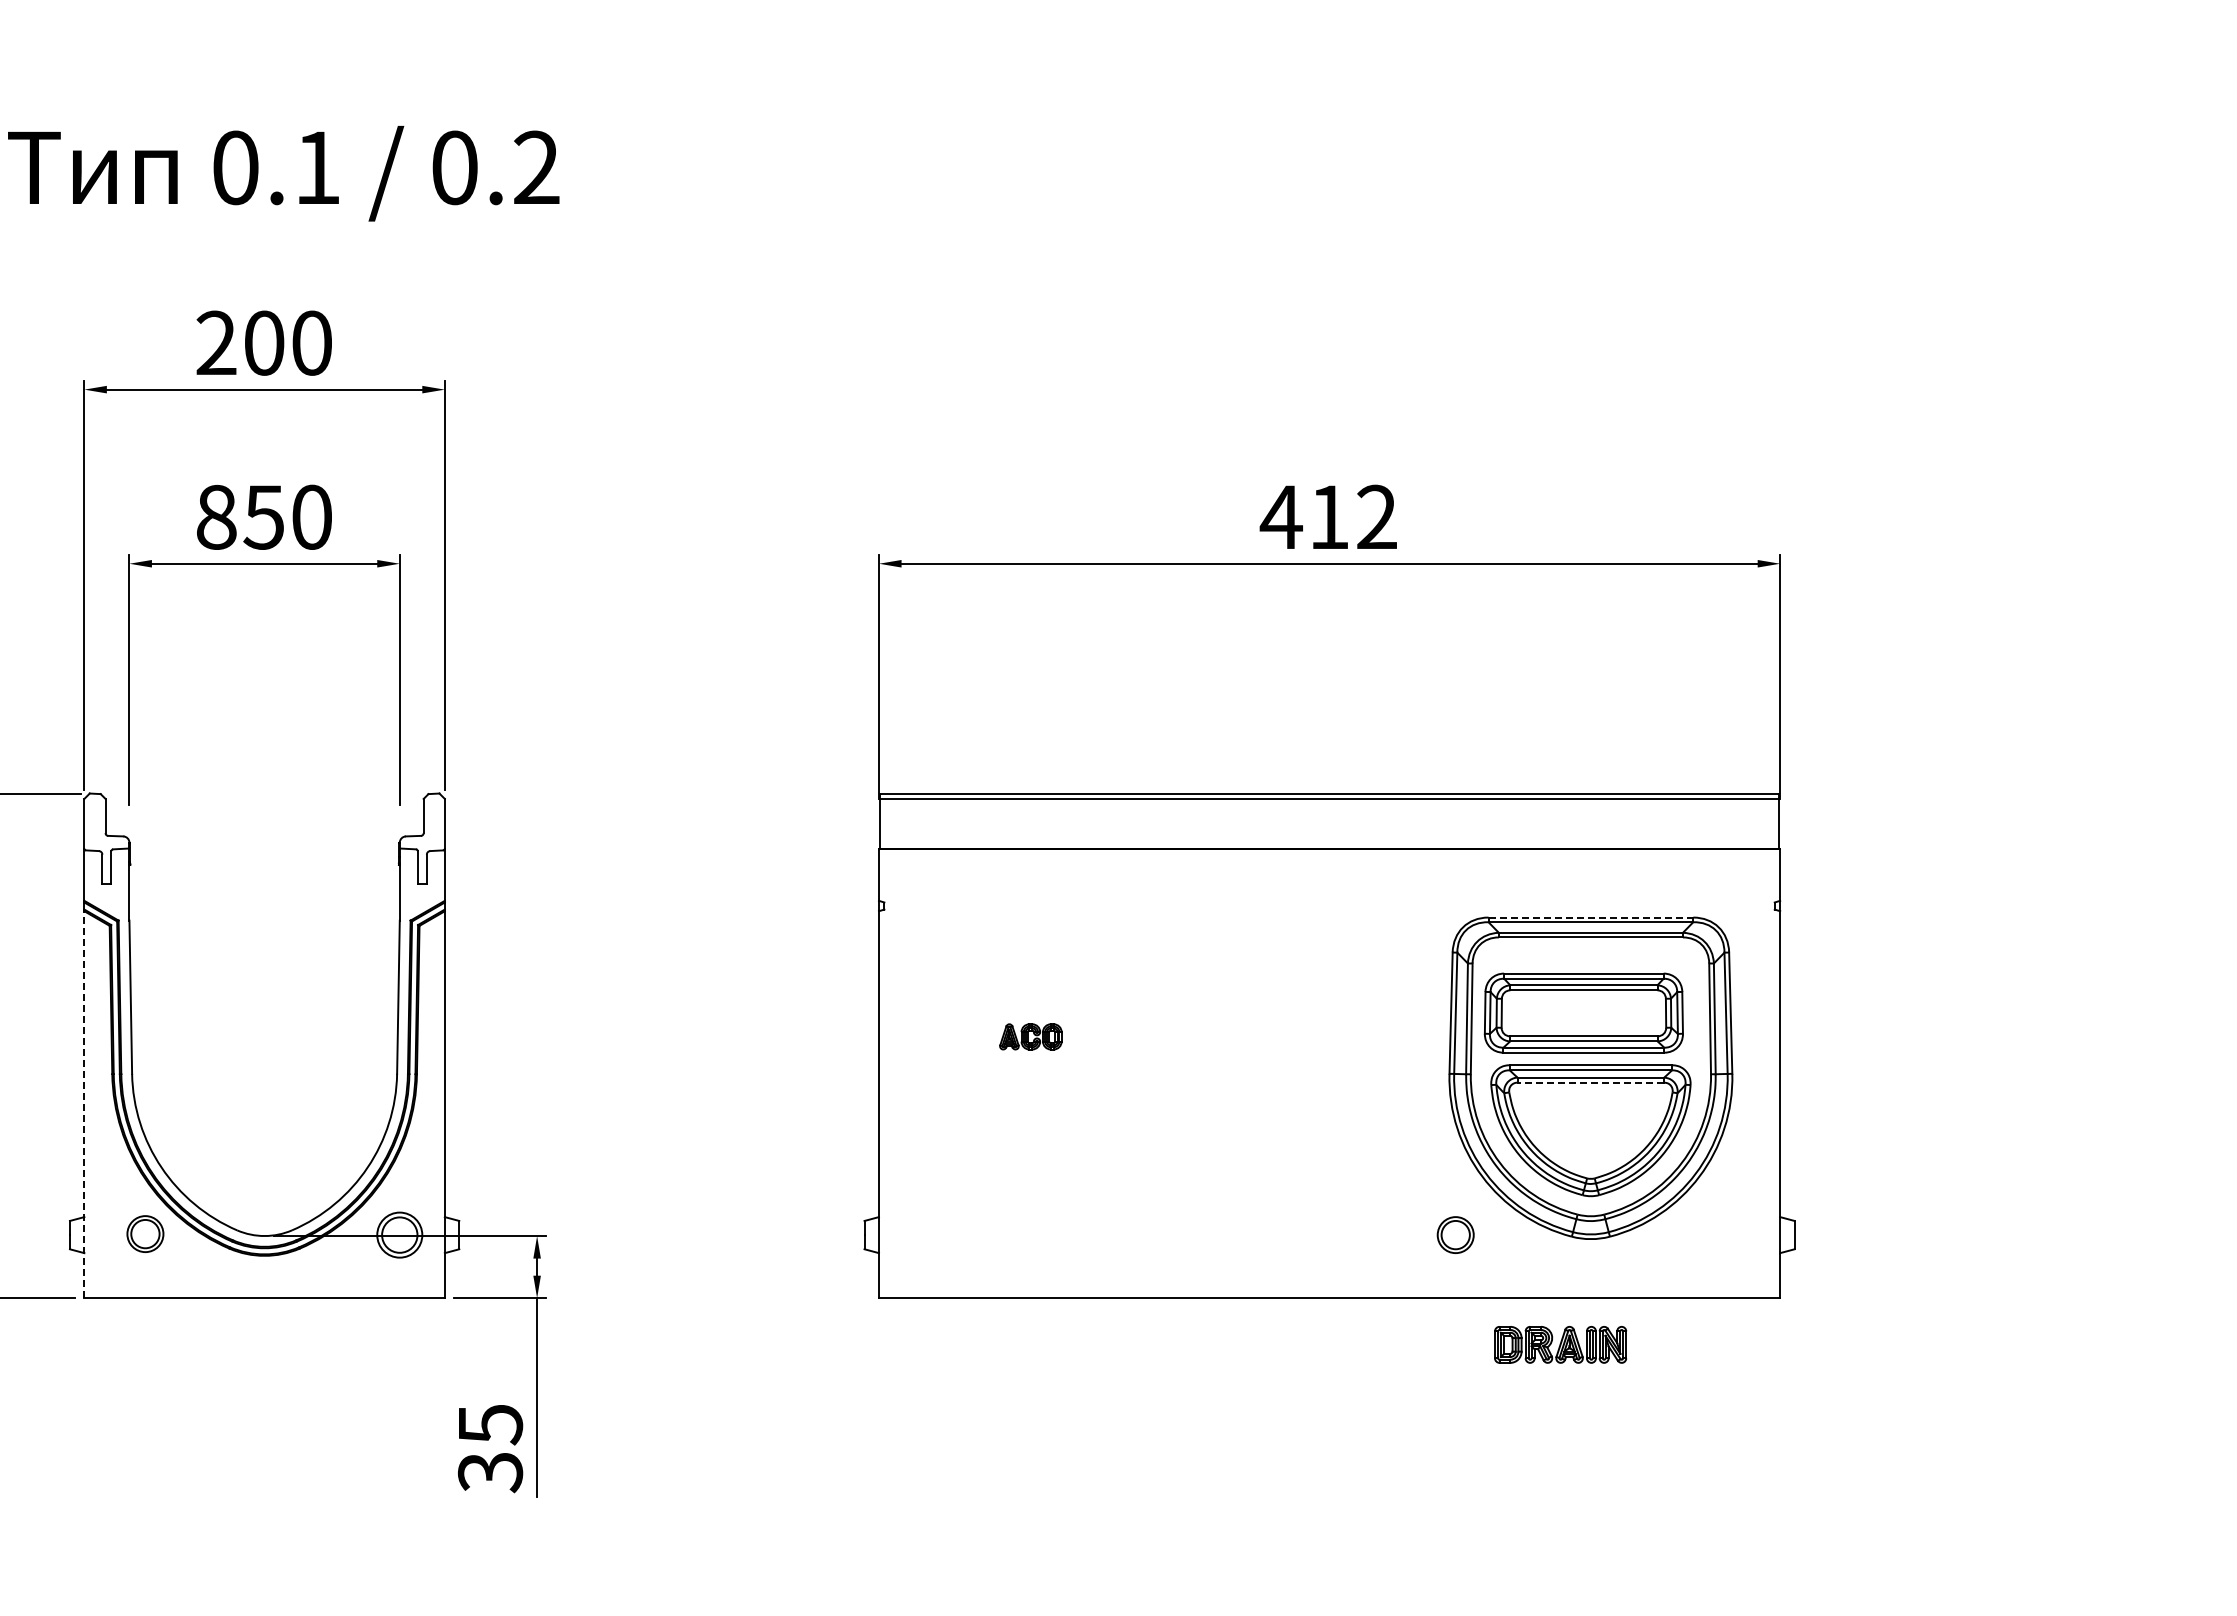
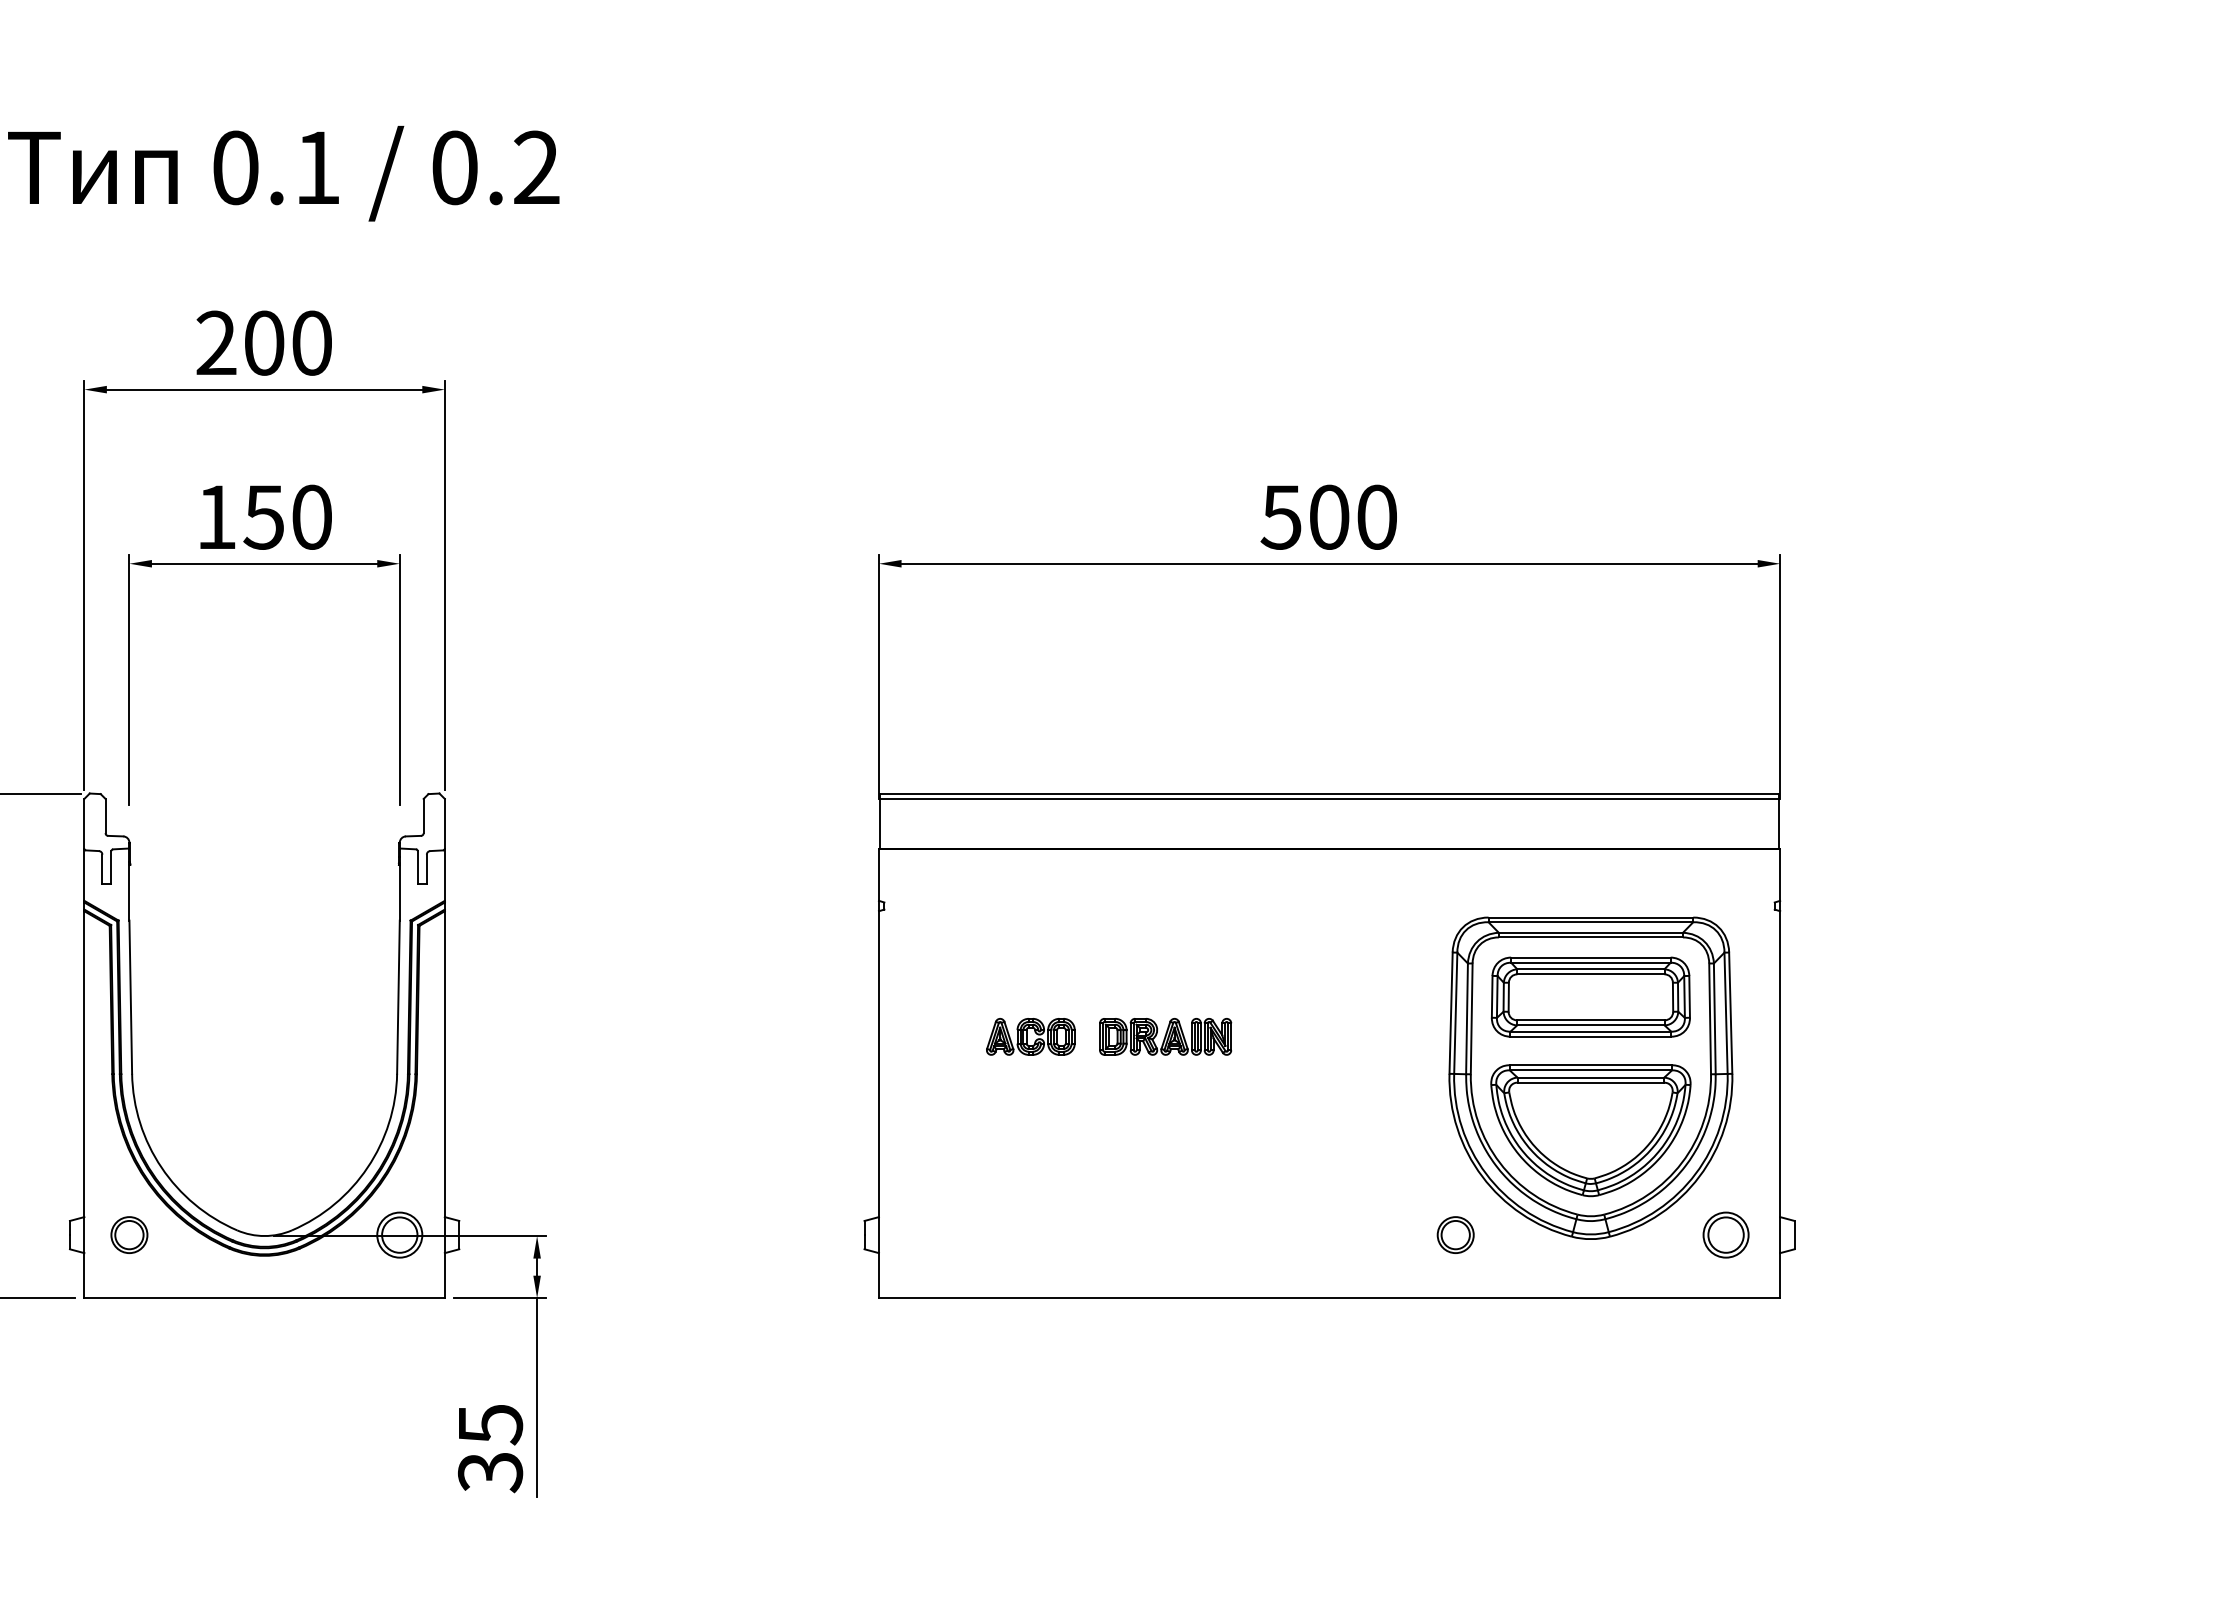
text at (216, 516): 850 -> 150
text at (1327, 516): 412 -> 500
line at (1591, 917): dashed -> solid
part at (1583, 1012) position: (1583, 1012) -> (1590, 996)
part at (1030, 1036) size: 64x28 px -> 90x38 px
line at (1590, 1082): dashed -> solid
line at (84, 1104): dashed -> solid
part at (145, 1233) position: (145, 1233) -> (129, 1234)
part at (1725, 1234): none -> present
part at (1560, 1344) position: (1560, 1344) -> (1165, 1036)
